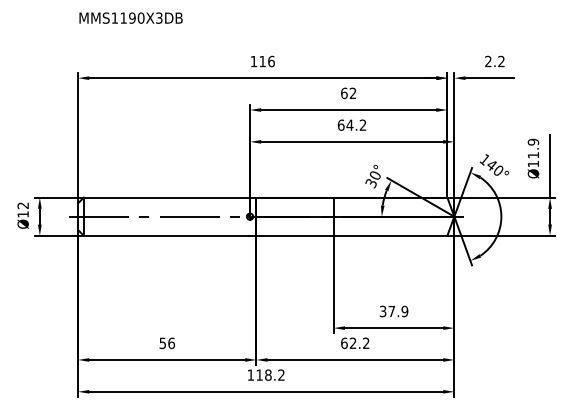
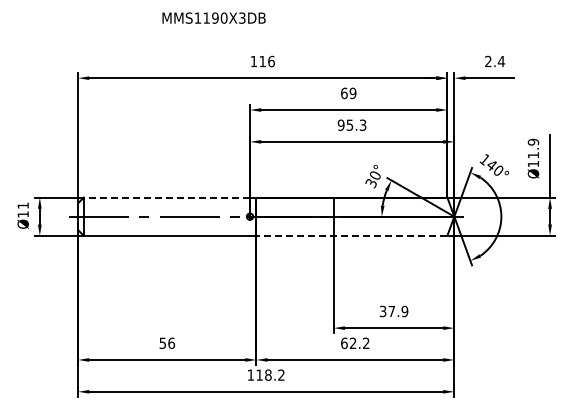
text at (130, 17) position: (130, 17) -> (213, 17)
text at (501, 61): 2.2 -> 2.4
text at (352, 93): 62 -> 69
text at (351, 124): 64.2 -> 95.3
line at (166, 197): solid -> dashed
text at (22, 205): Ø12 -> Ø11
line at (351, 235): solid -> dashed
